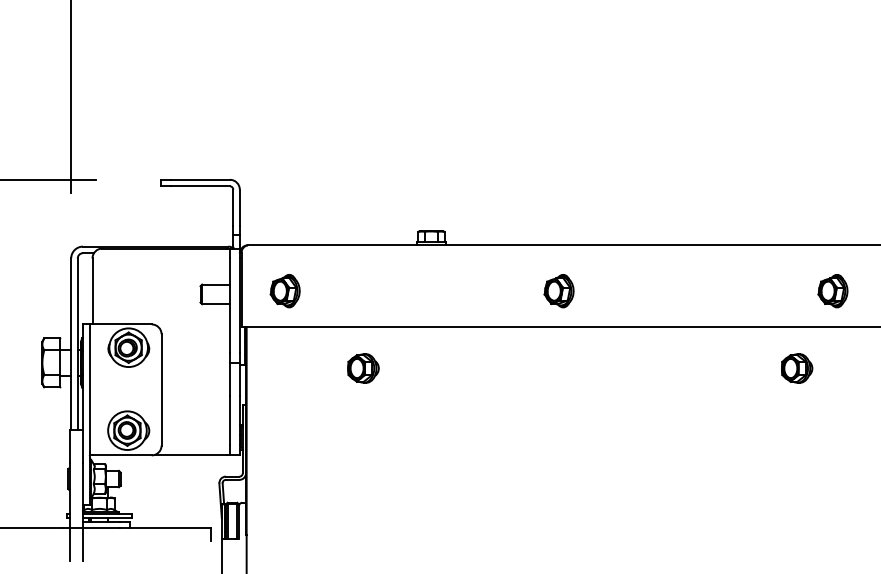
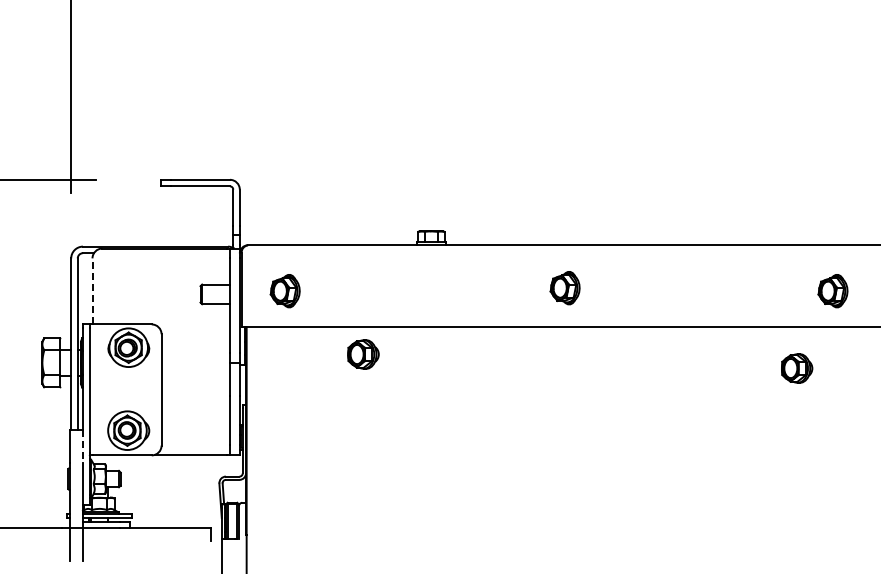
line at (92, 290): solid -> dashed
part at (558, 291) position: (558, 291) -> (564, 288)
part at (363, 368) position: (363, 368) -> (363, 354)
line at (83, 447): solid -> dashed
